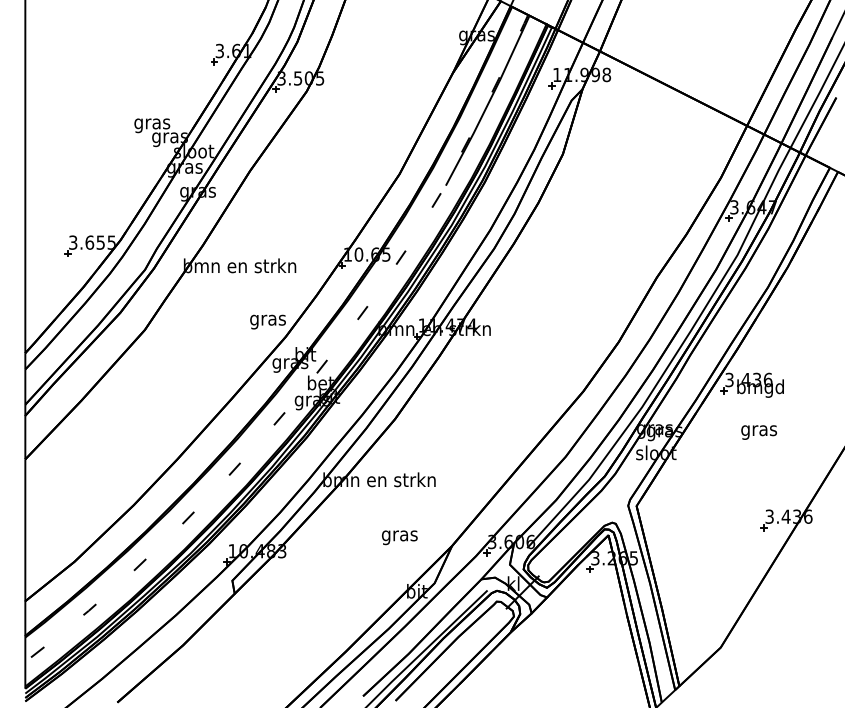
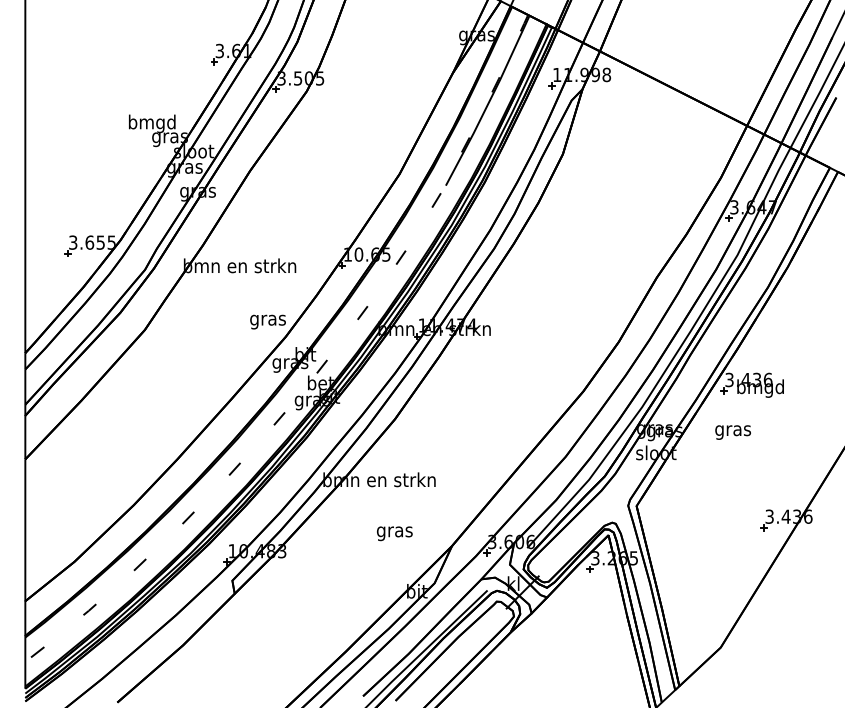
text at (151, 123): gras -> bmgd
text at (758, 432) position: (758, 432) -> (732, 432)
text at (399, 537) position: (399, 537) -> (394, 533)
